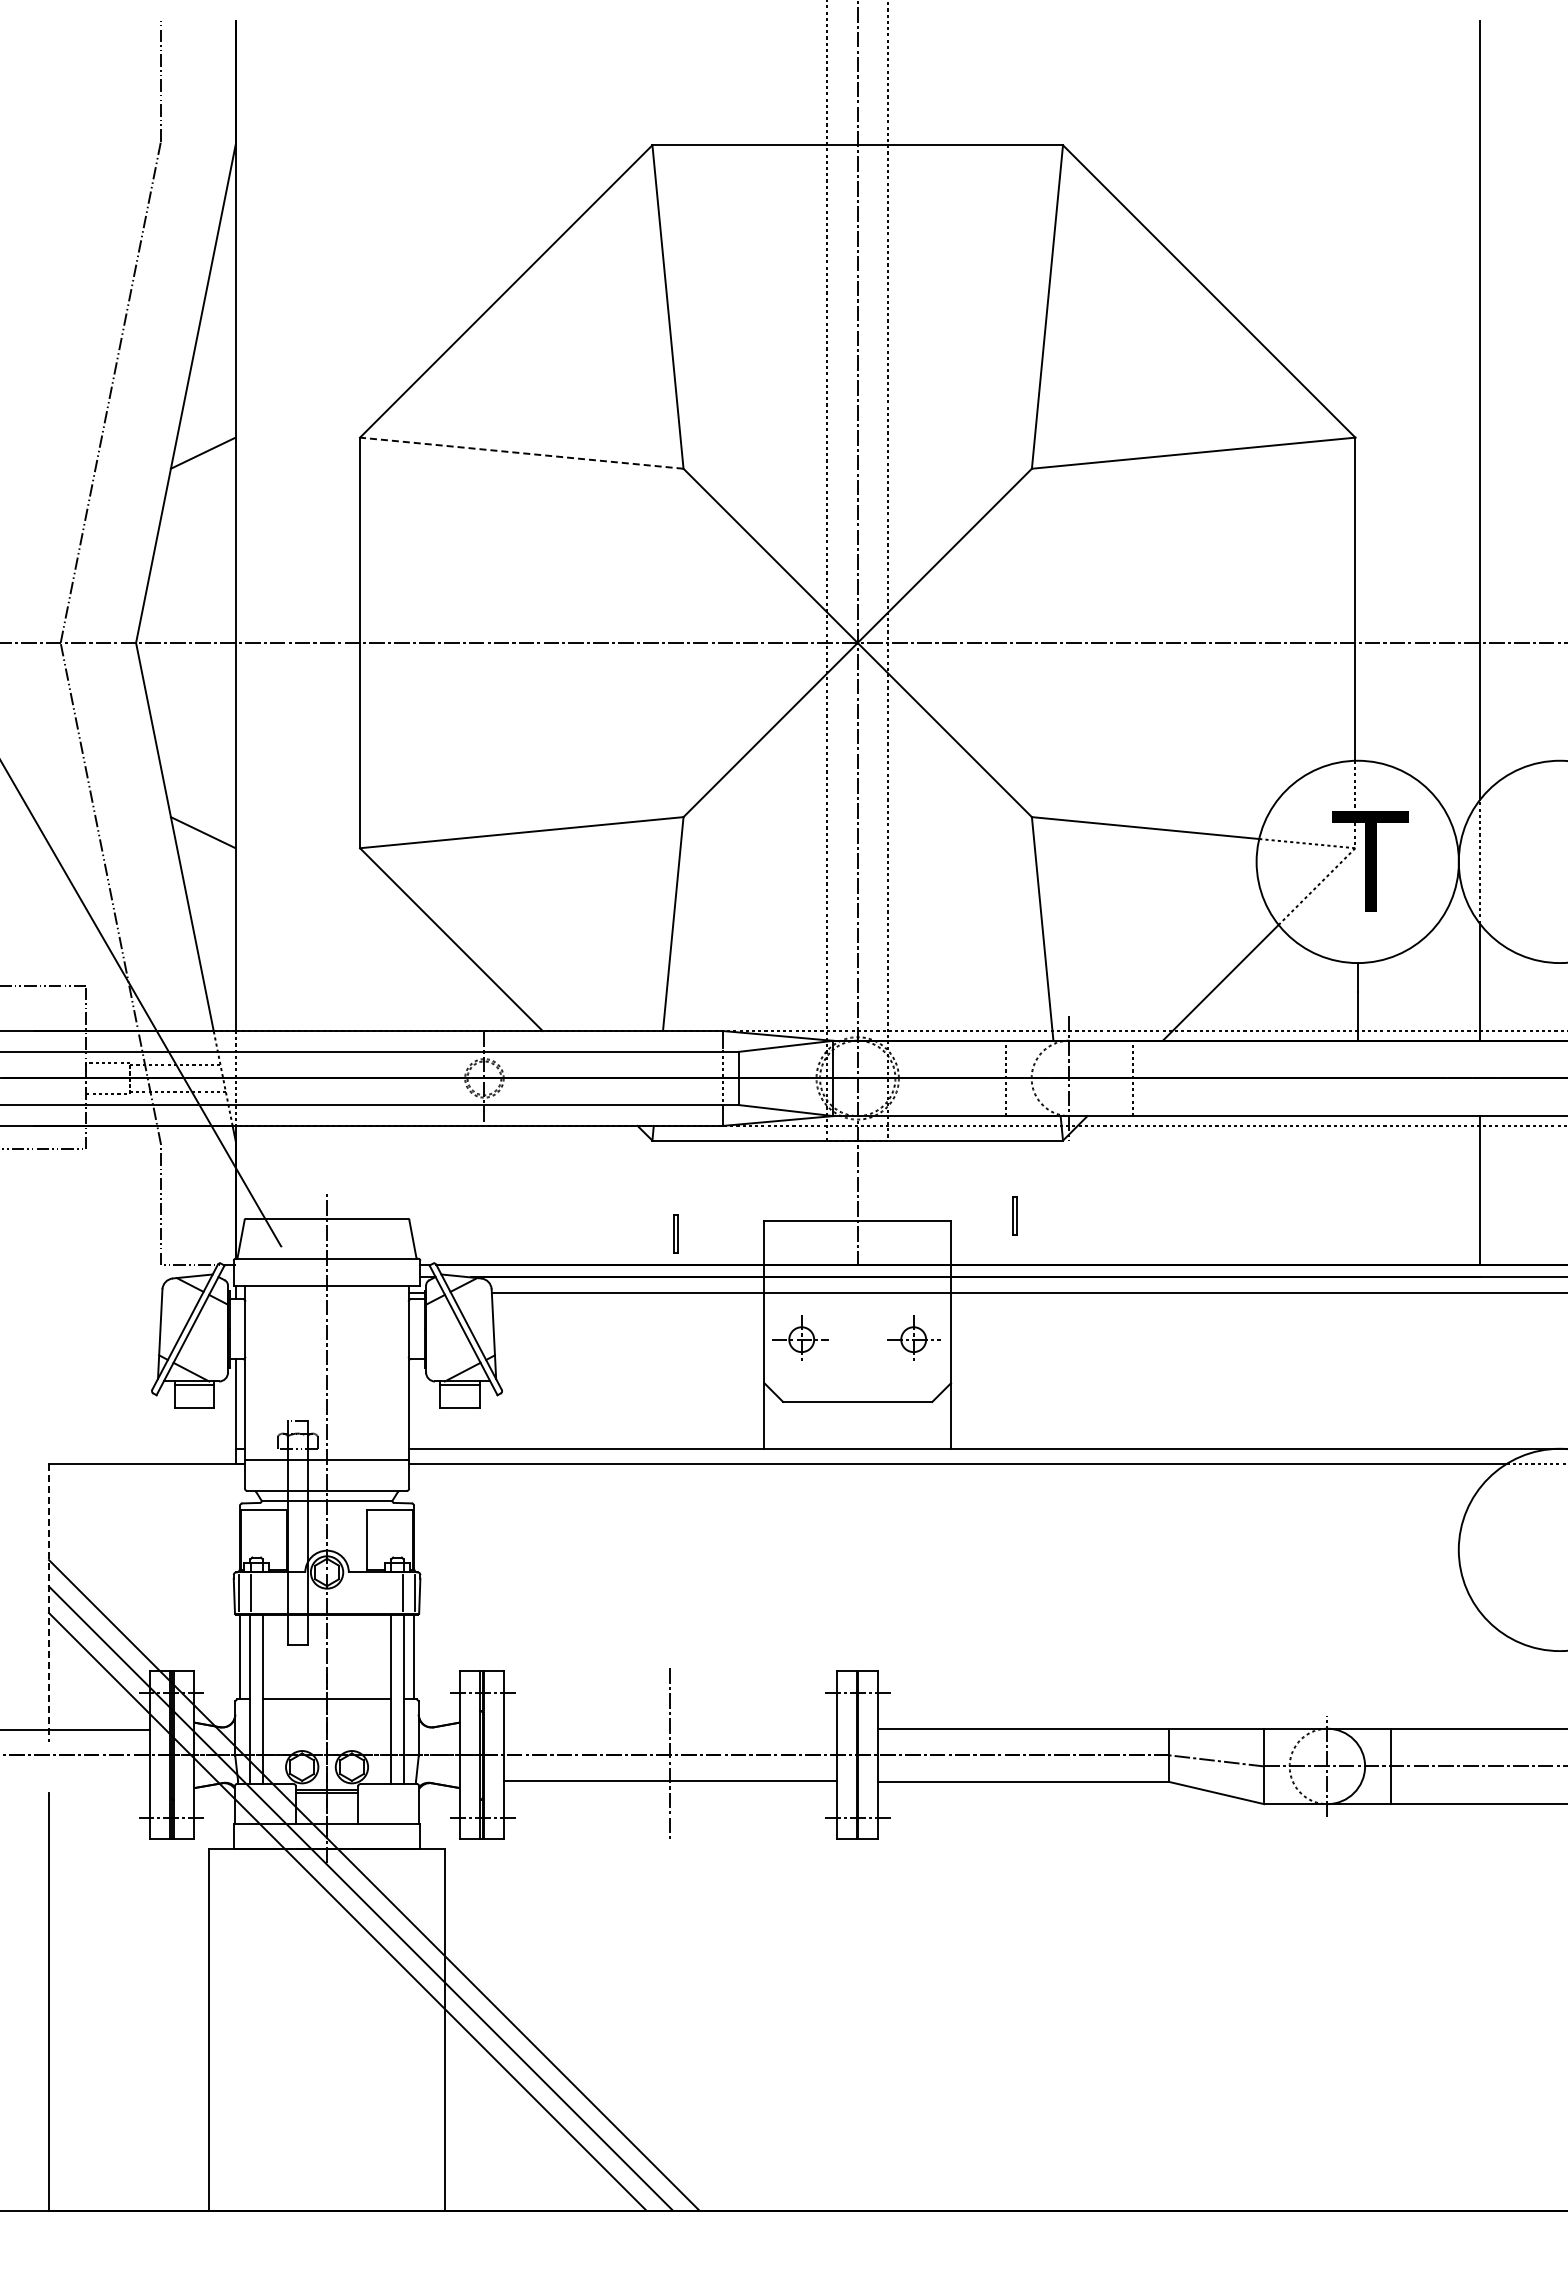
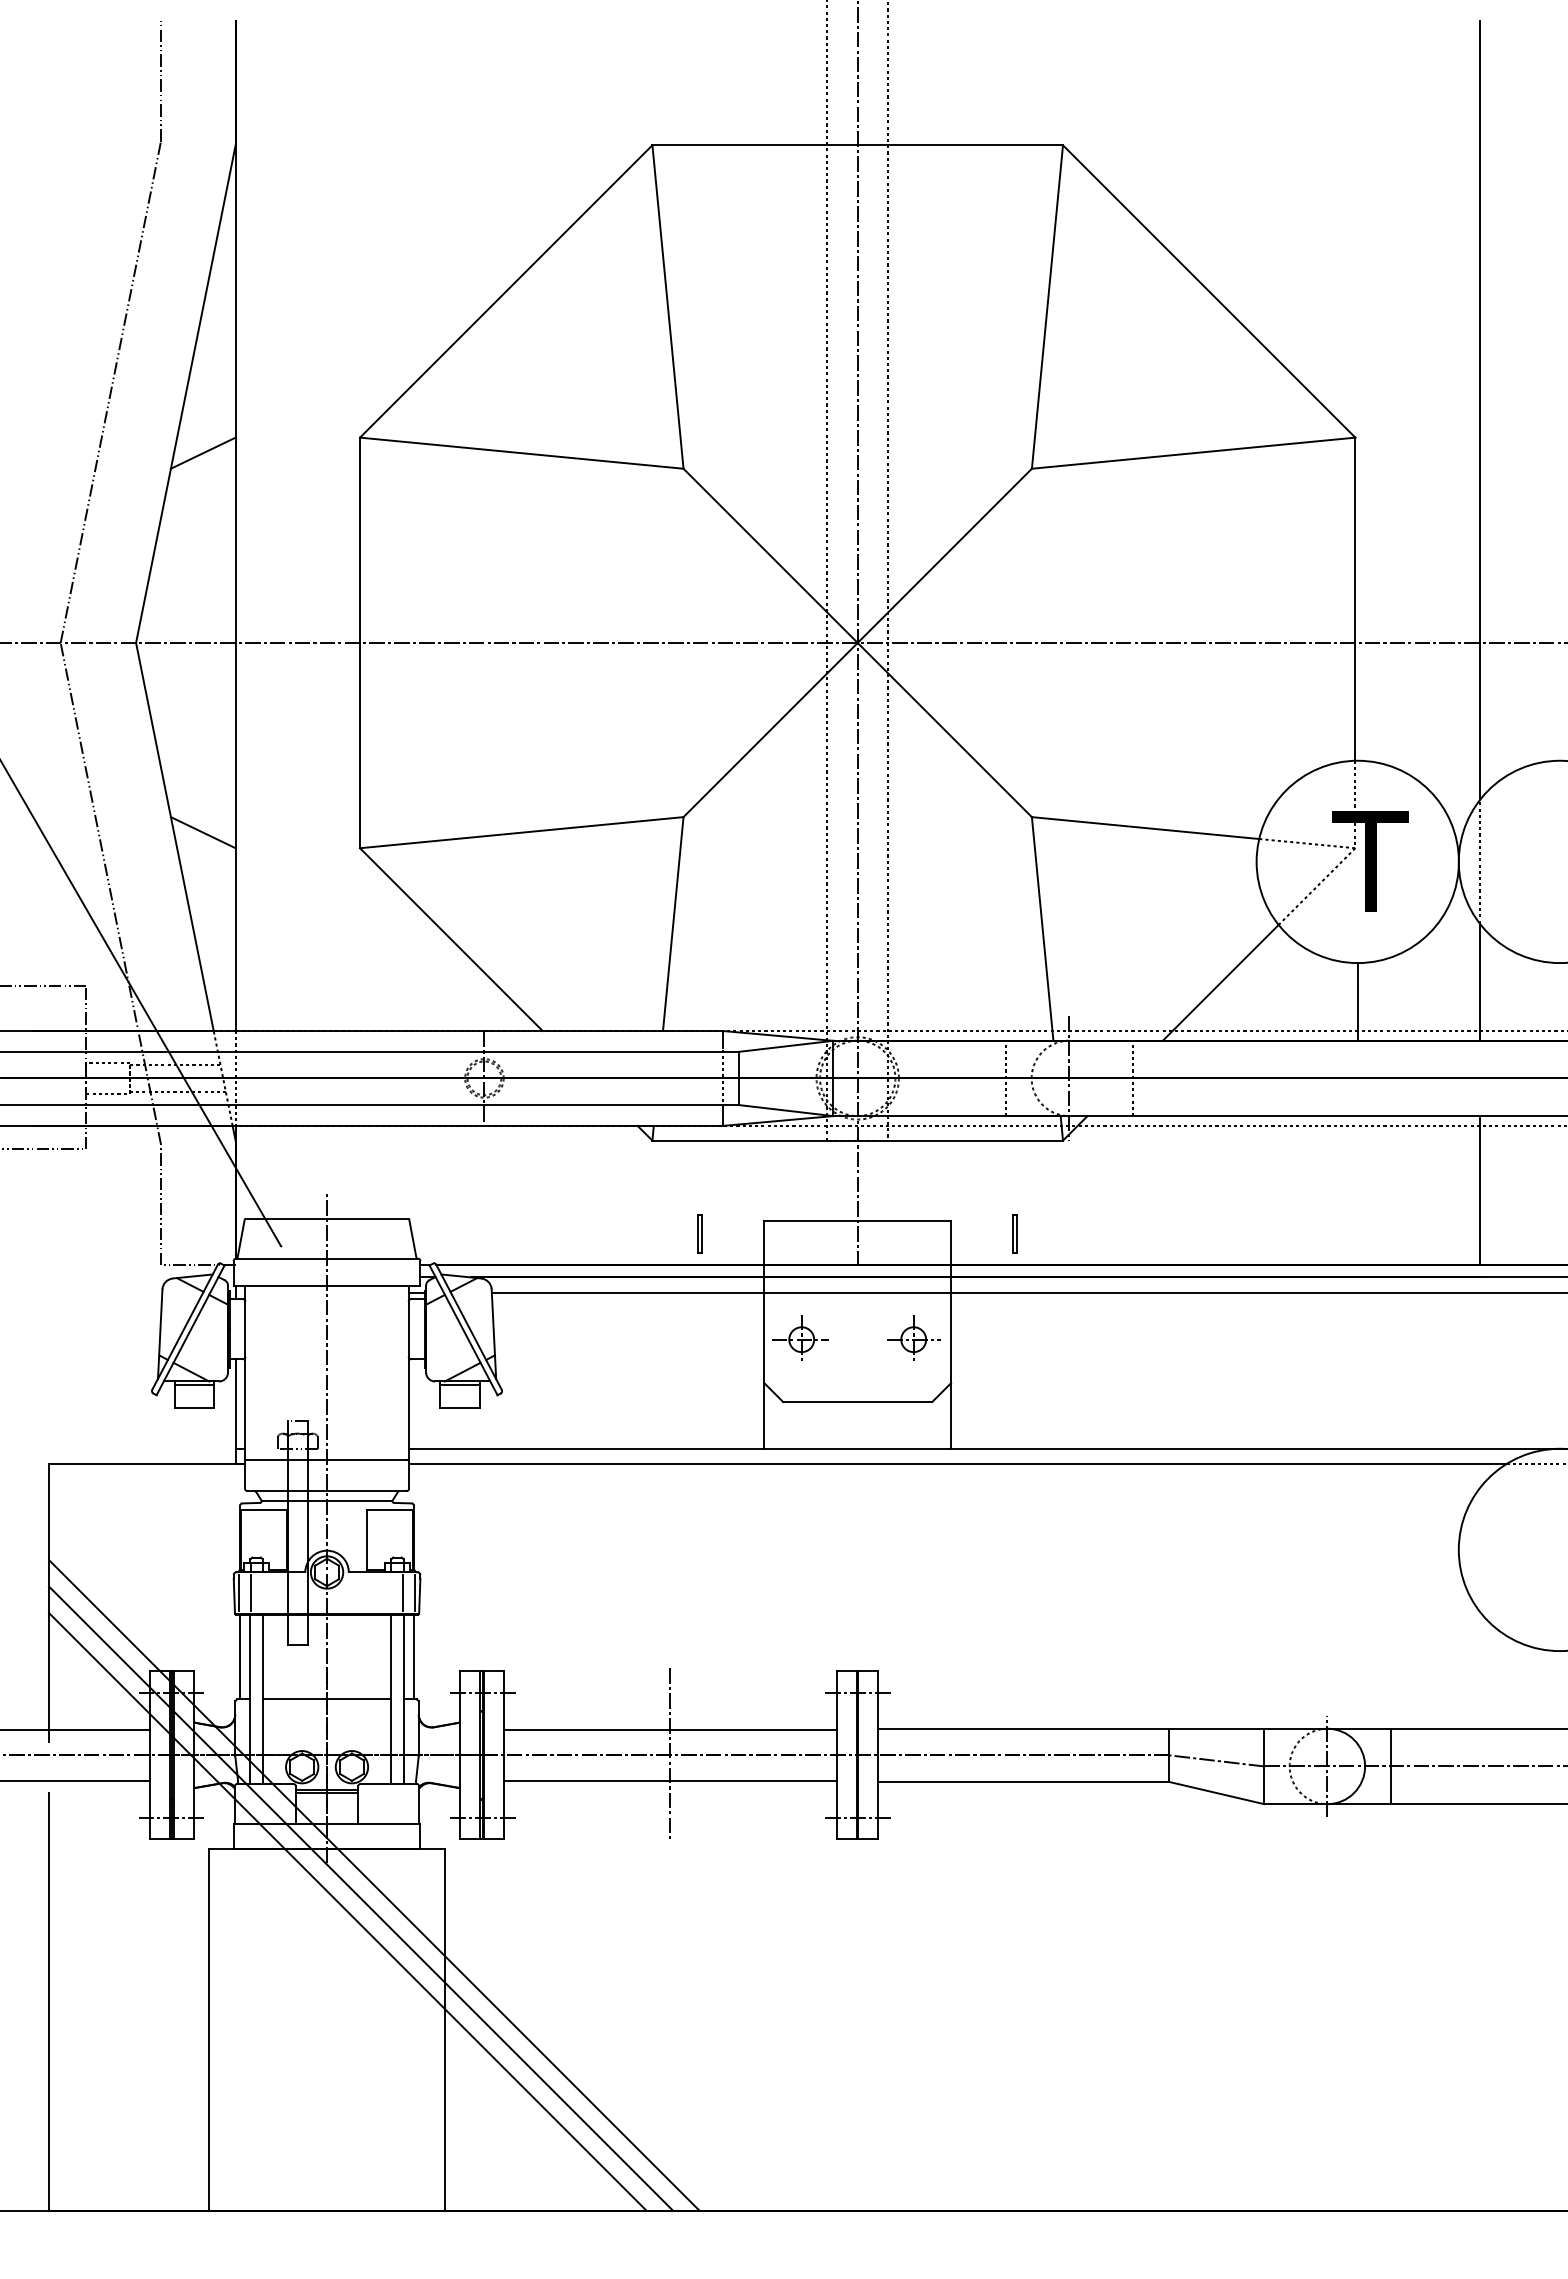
line at (521, 453): dashed -> solid
part at (1014, 1215) position: (1014, 1215) -> (1014, 1233)
part at (675, 1233) position: (675, 1233) -> (699, 1233)
line at (49, 1603): dashed -> solid
line at (670, 1729): none -> present
line at (76, 1780): none -> present
